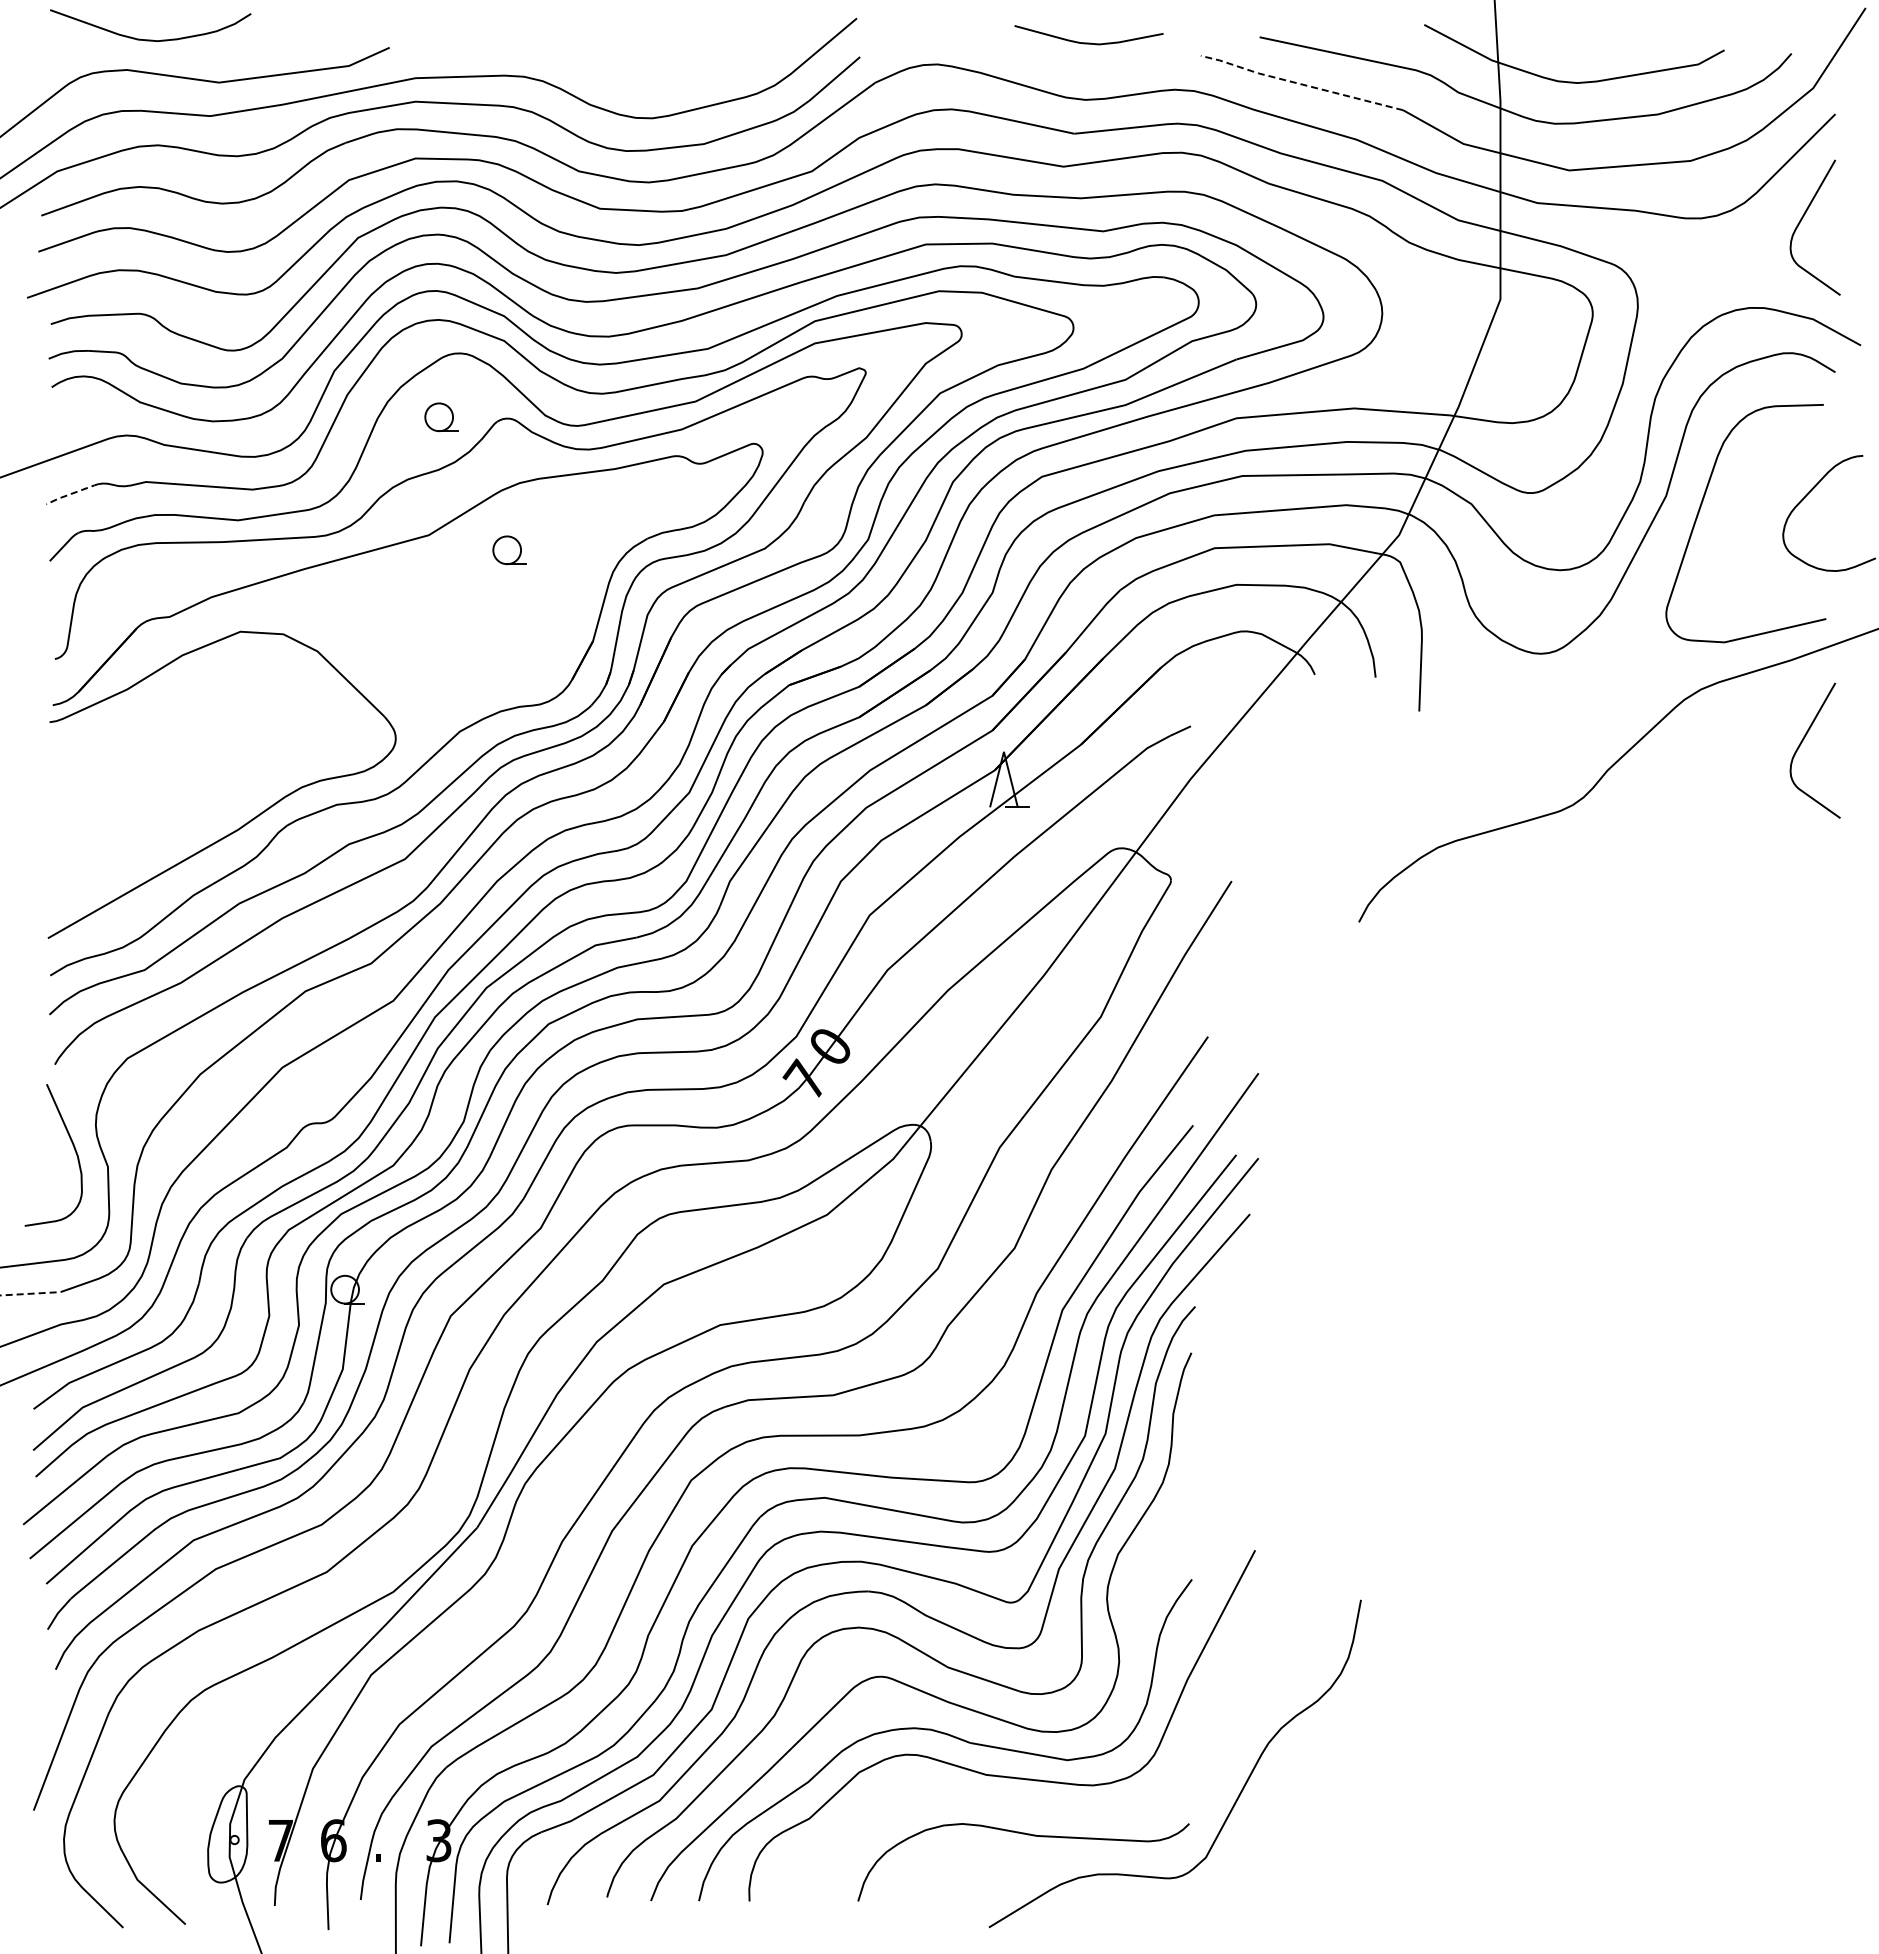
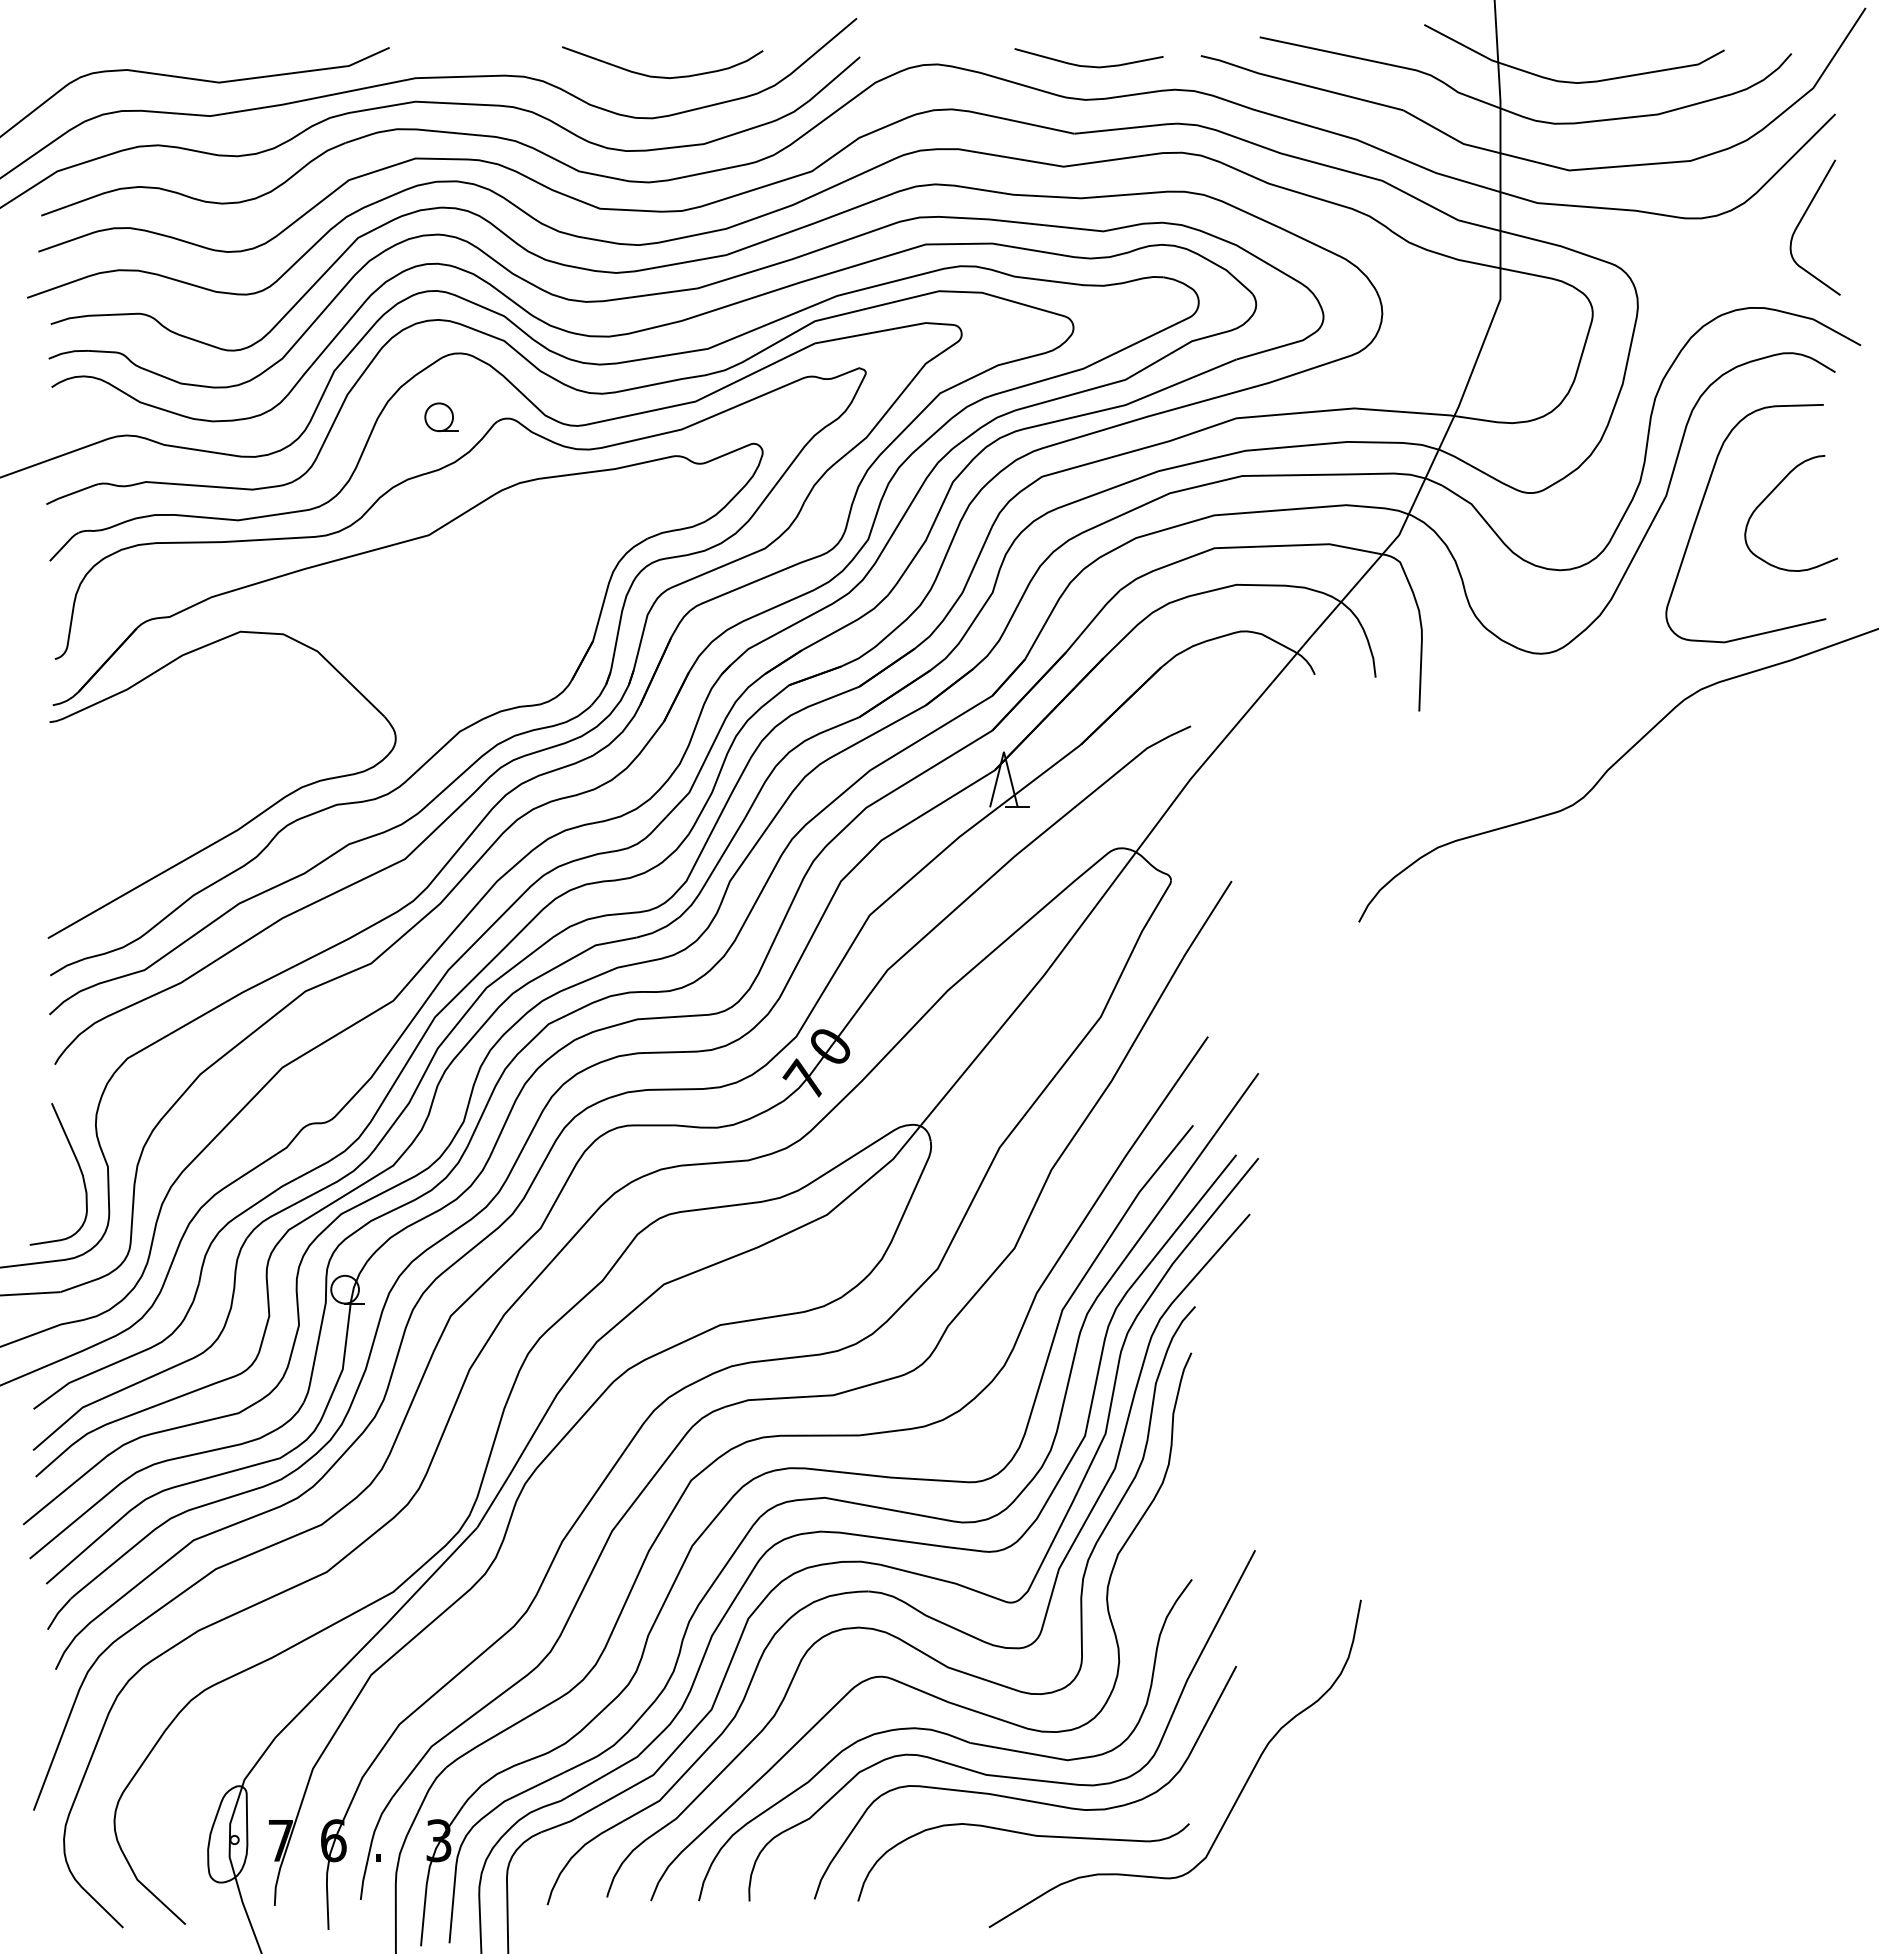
curve at (150, 39) position: (150, 39) -> (662, 76)
curve at (1088, 42) position: (1088, 42) -> (1088, 65)
line at (1300, 83): dashed -> solid
line at (71, 493): dashed -> solid
curve at (1809, 493) position: (1809, 493) -> (1771, 493)
part at (509, 550): present -> none
curve at (1801, 744): present -> none
curve at (72, 1145) position: (72, 1145) -> (77, 1164)
line at (30, 1293): dashed -> solid
curve at (1022, 1798): none -> present
